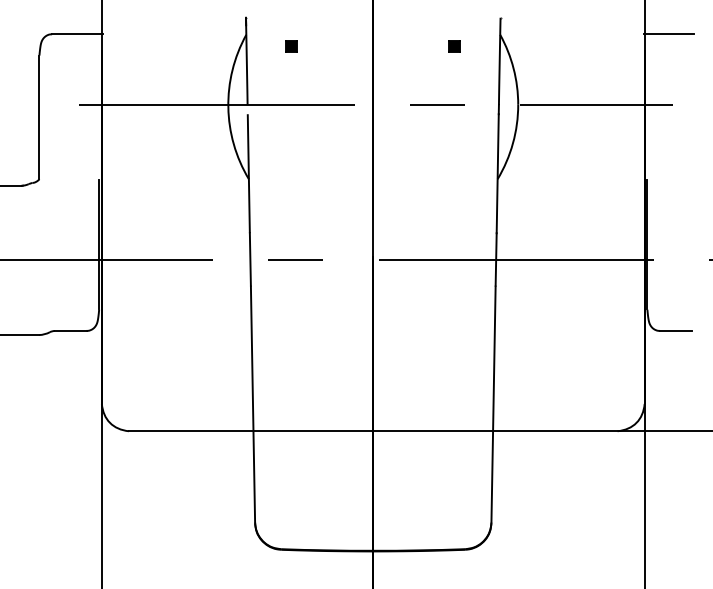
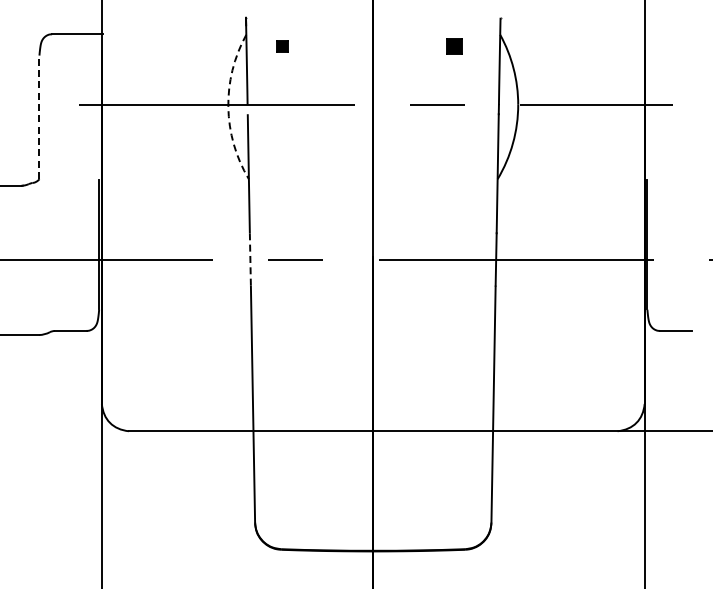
line at (668, 34): present -> none
part at (291, 46) position: (291, 46) -> (282, 46)
part at (454, 46) size: 13x13 px -> 17x17 px
arc at (228, 107): solid -> dashed
line at (39, 117): solid -> dashed
line at (250, 258): solid -> dashed
